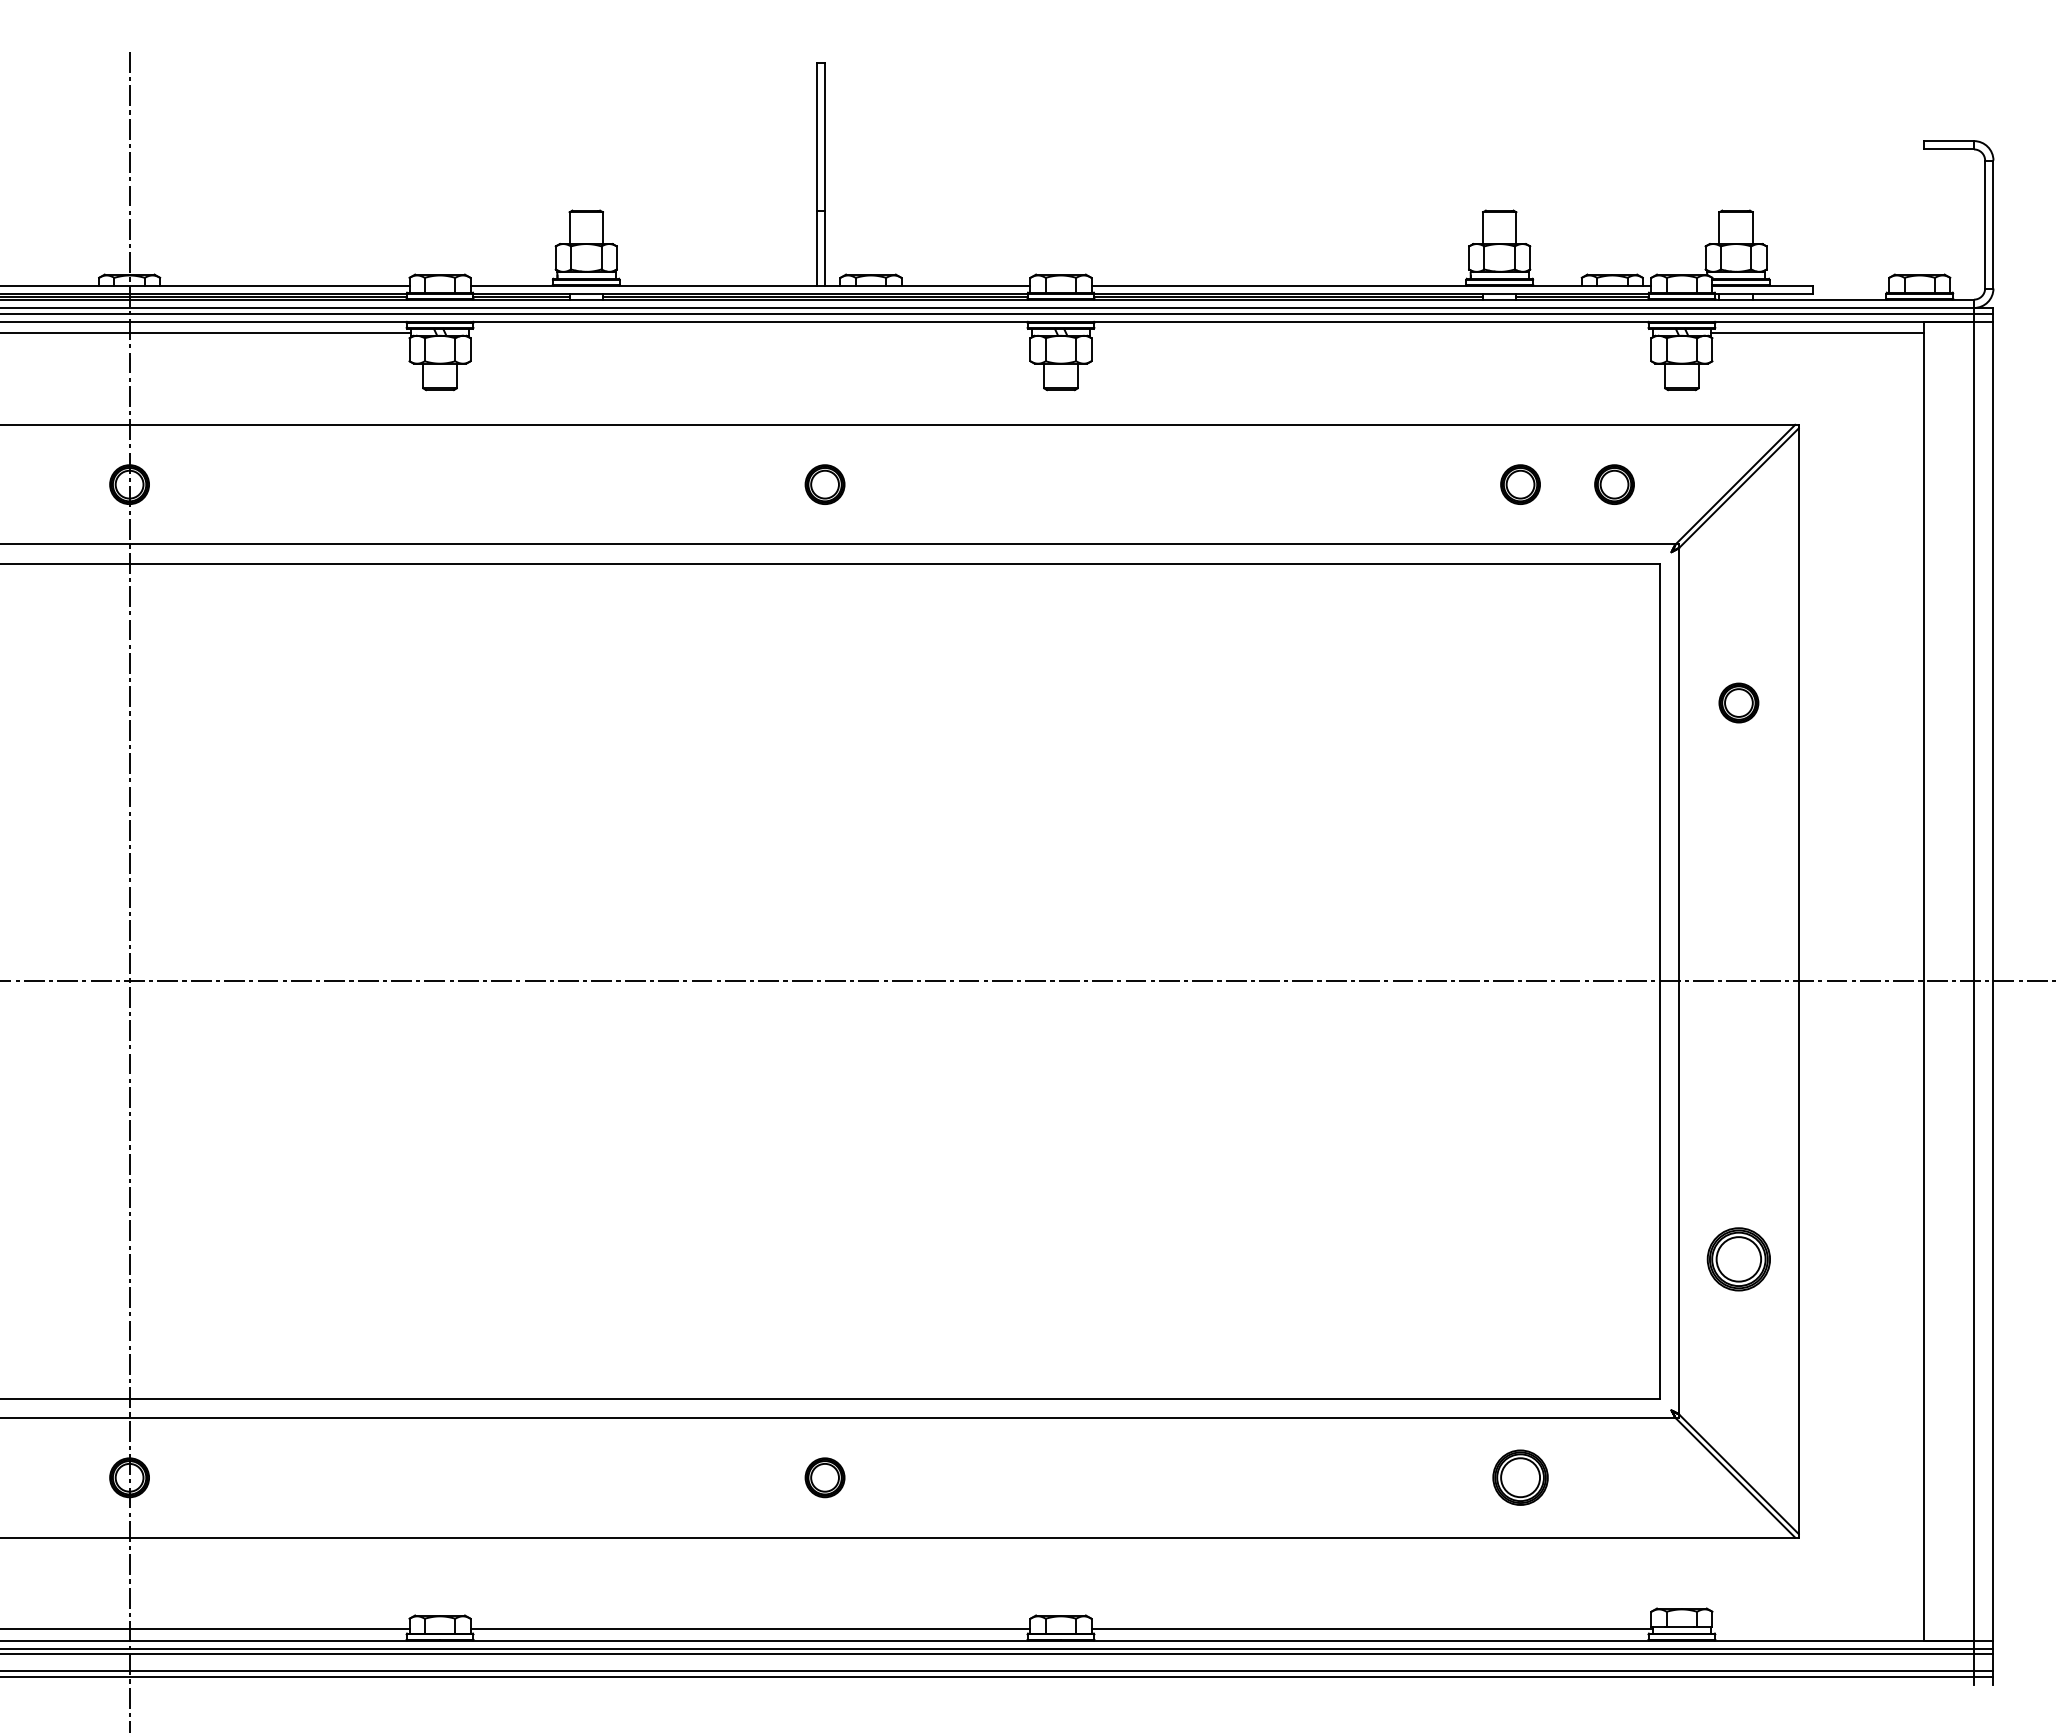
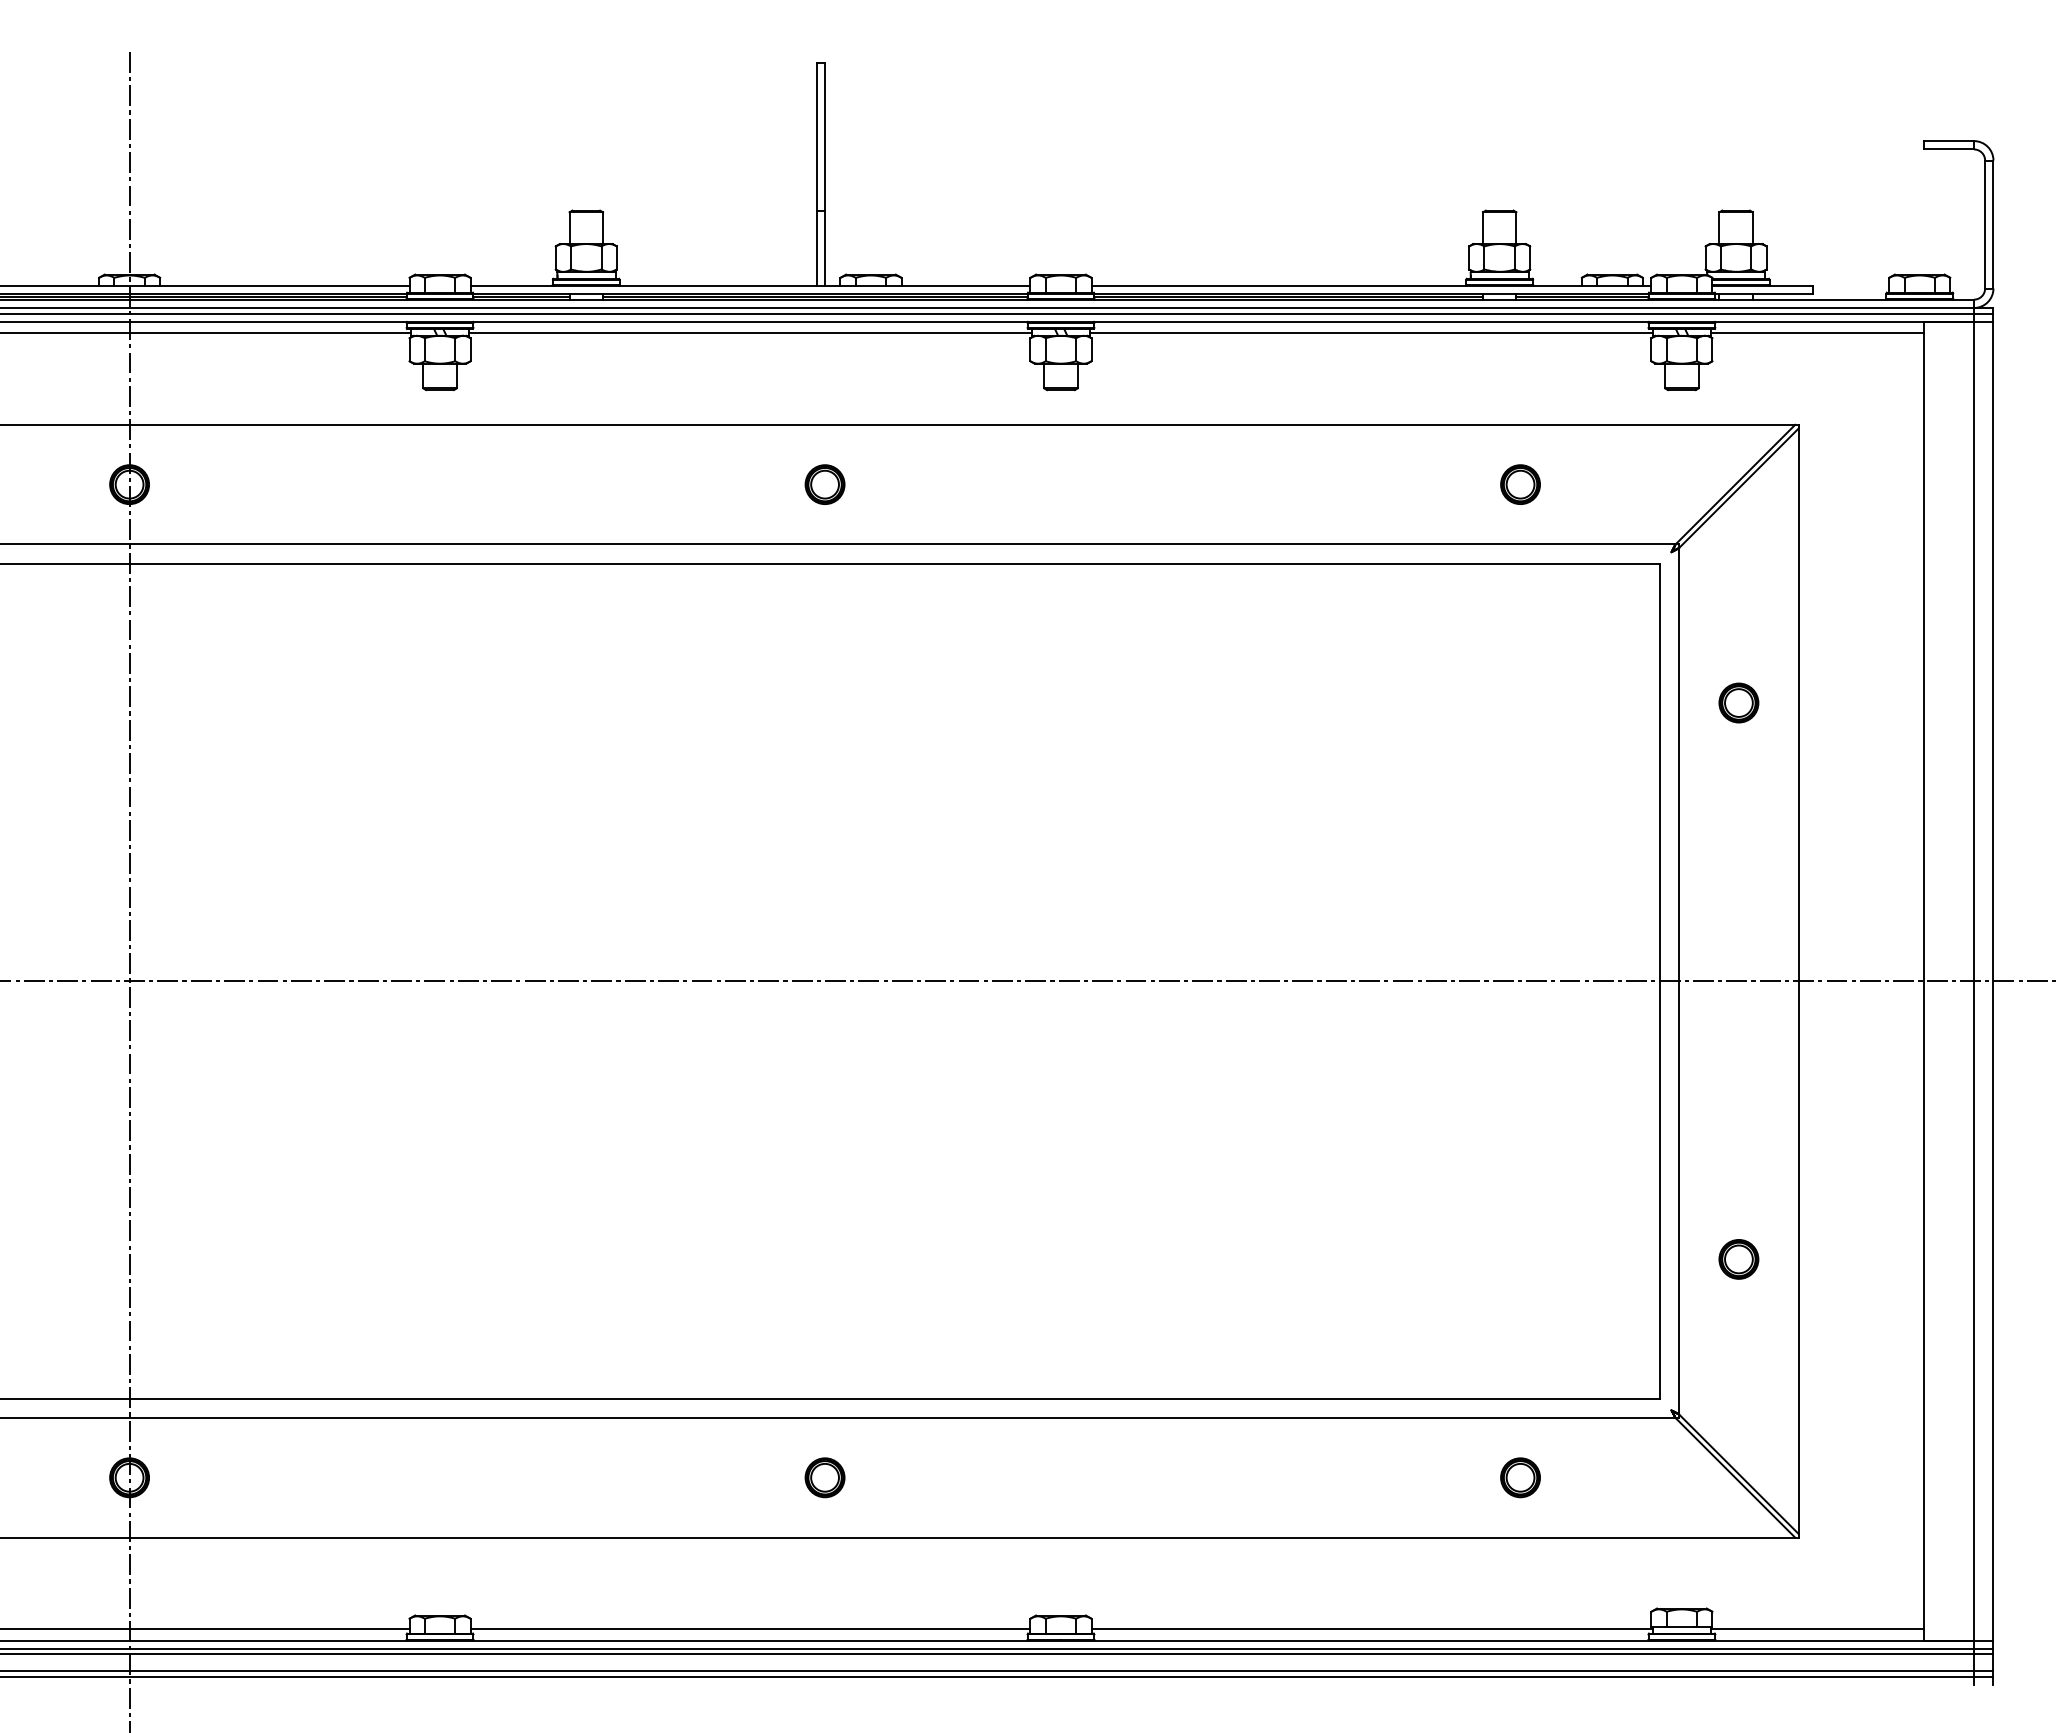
line at (750, 333): none -> present
line at (1371, 333): none -> present
part at (1614, 484): present -> none
part at (1738, 1259) size: 65x65 px -> 42x41 px
part at (1520, 1477) size: 57x57 px -> 41x42 px
line at (1817, 1629): none -> present
